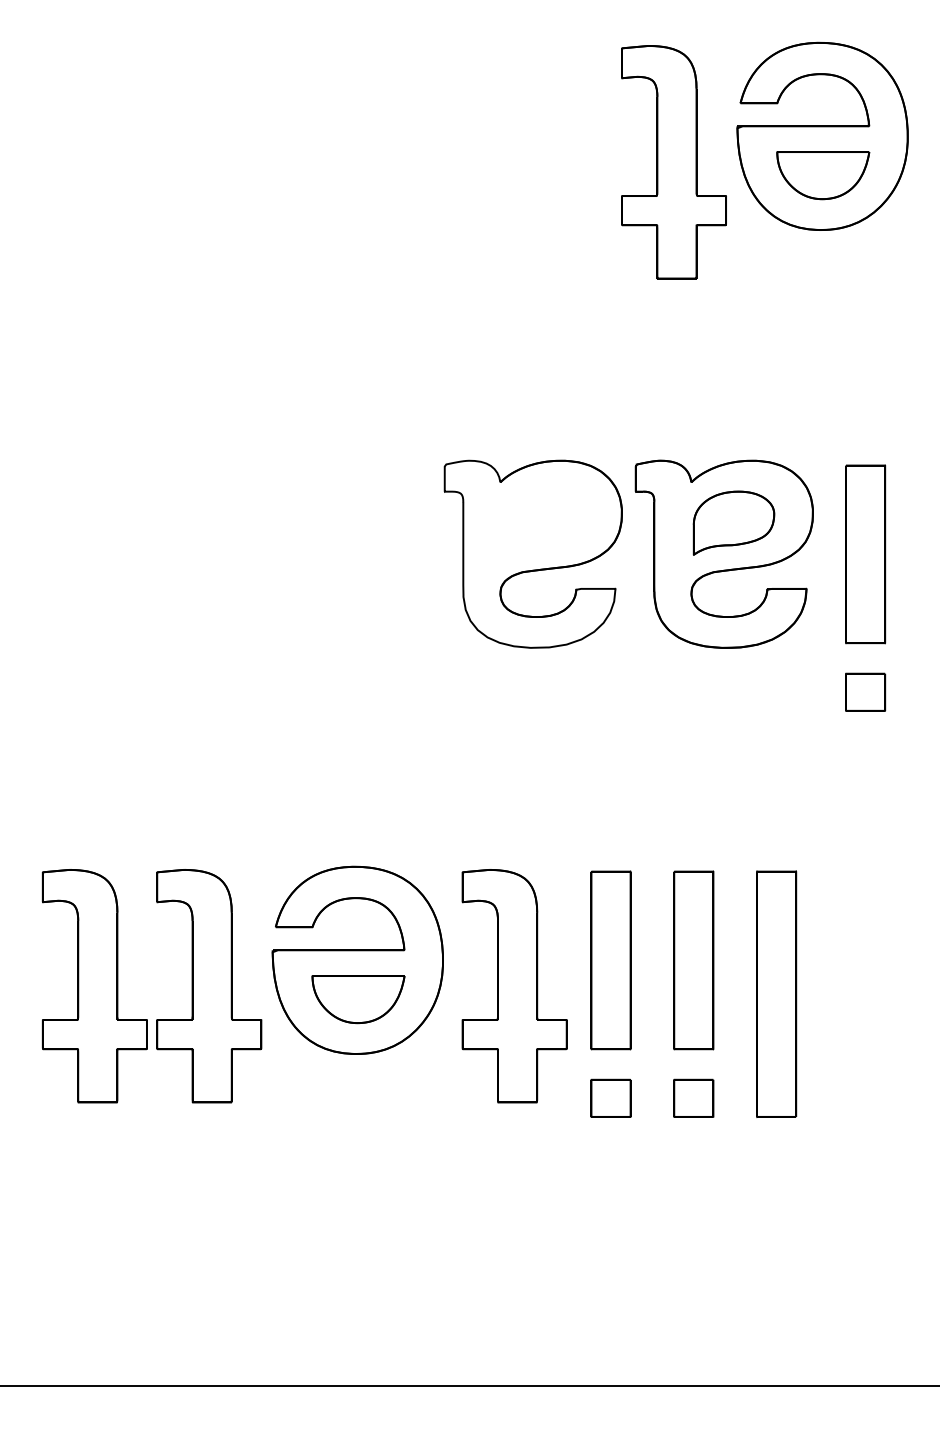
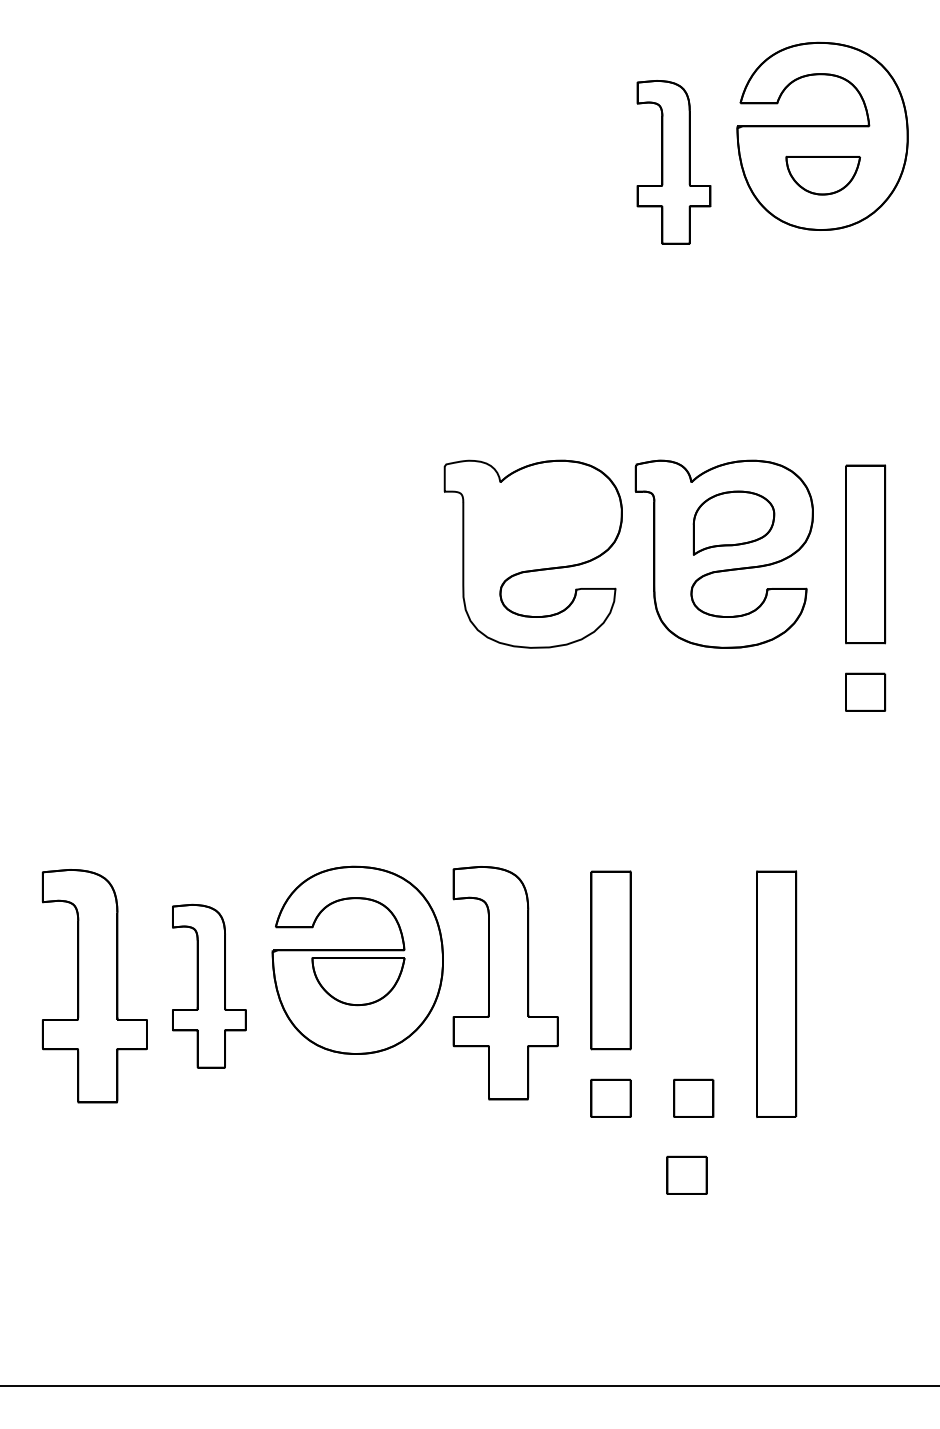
part at (673, 162) size: 106x235 px -> 76x165 px
part at (823, 175) size: 95x50 px -> 76x41 px
part at (693, 960): present -> none
part at (209, 986) size: 107x235 px -> 75x166 px
part at (514, 986) position: (514, 986) -> (505, 983)
part at (358, 999) position: (358, 999) -> (358, 981)
part at (686, 1174): none -> present
